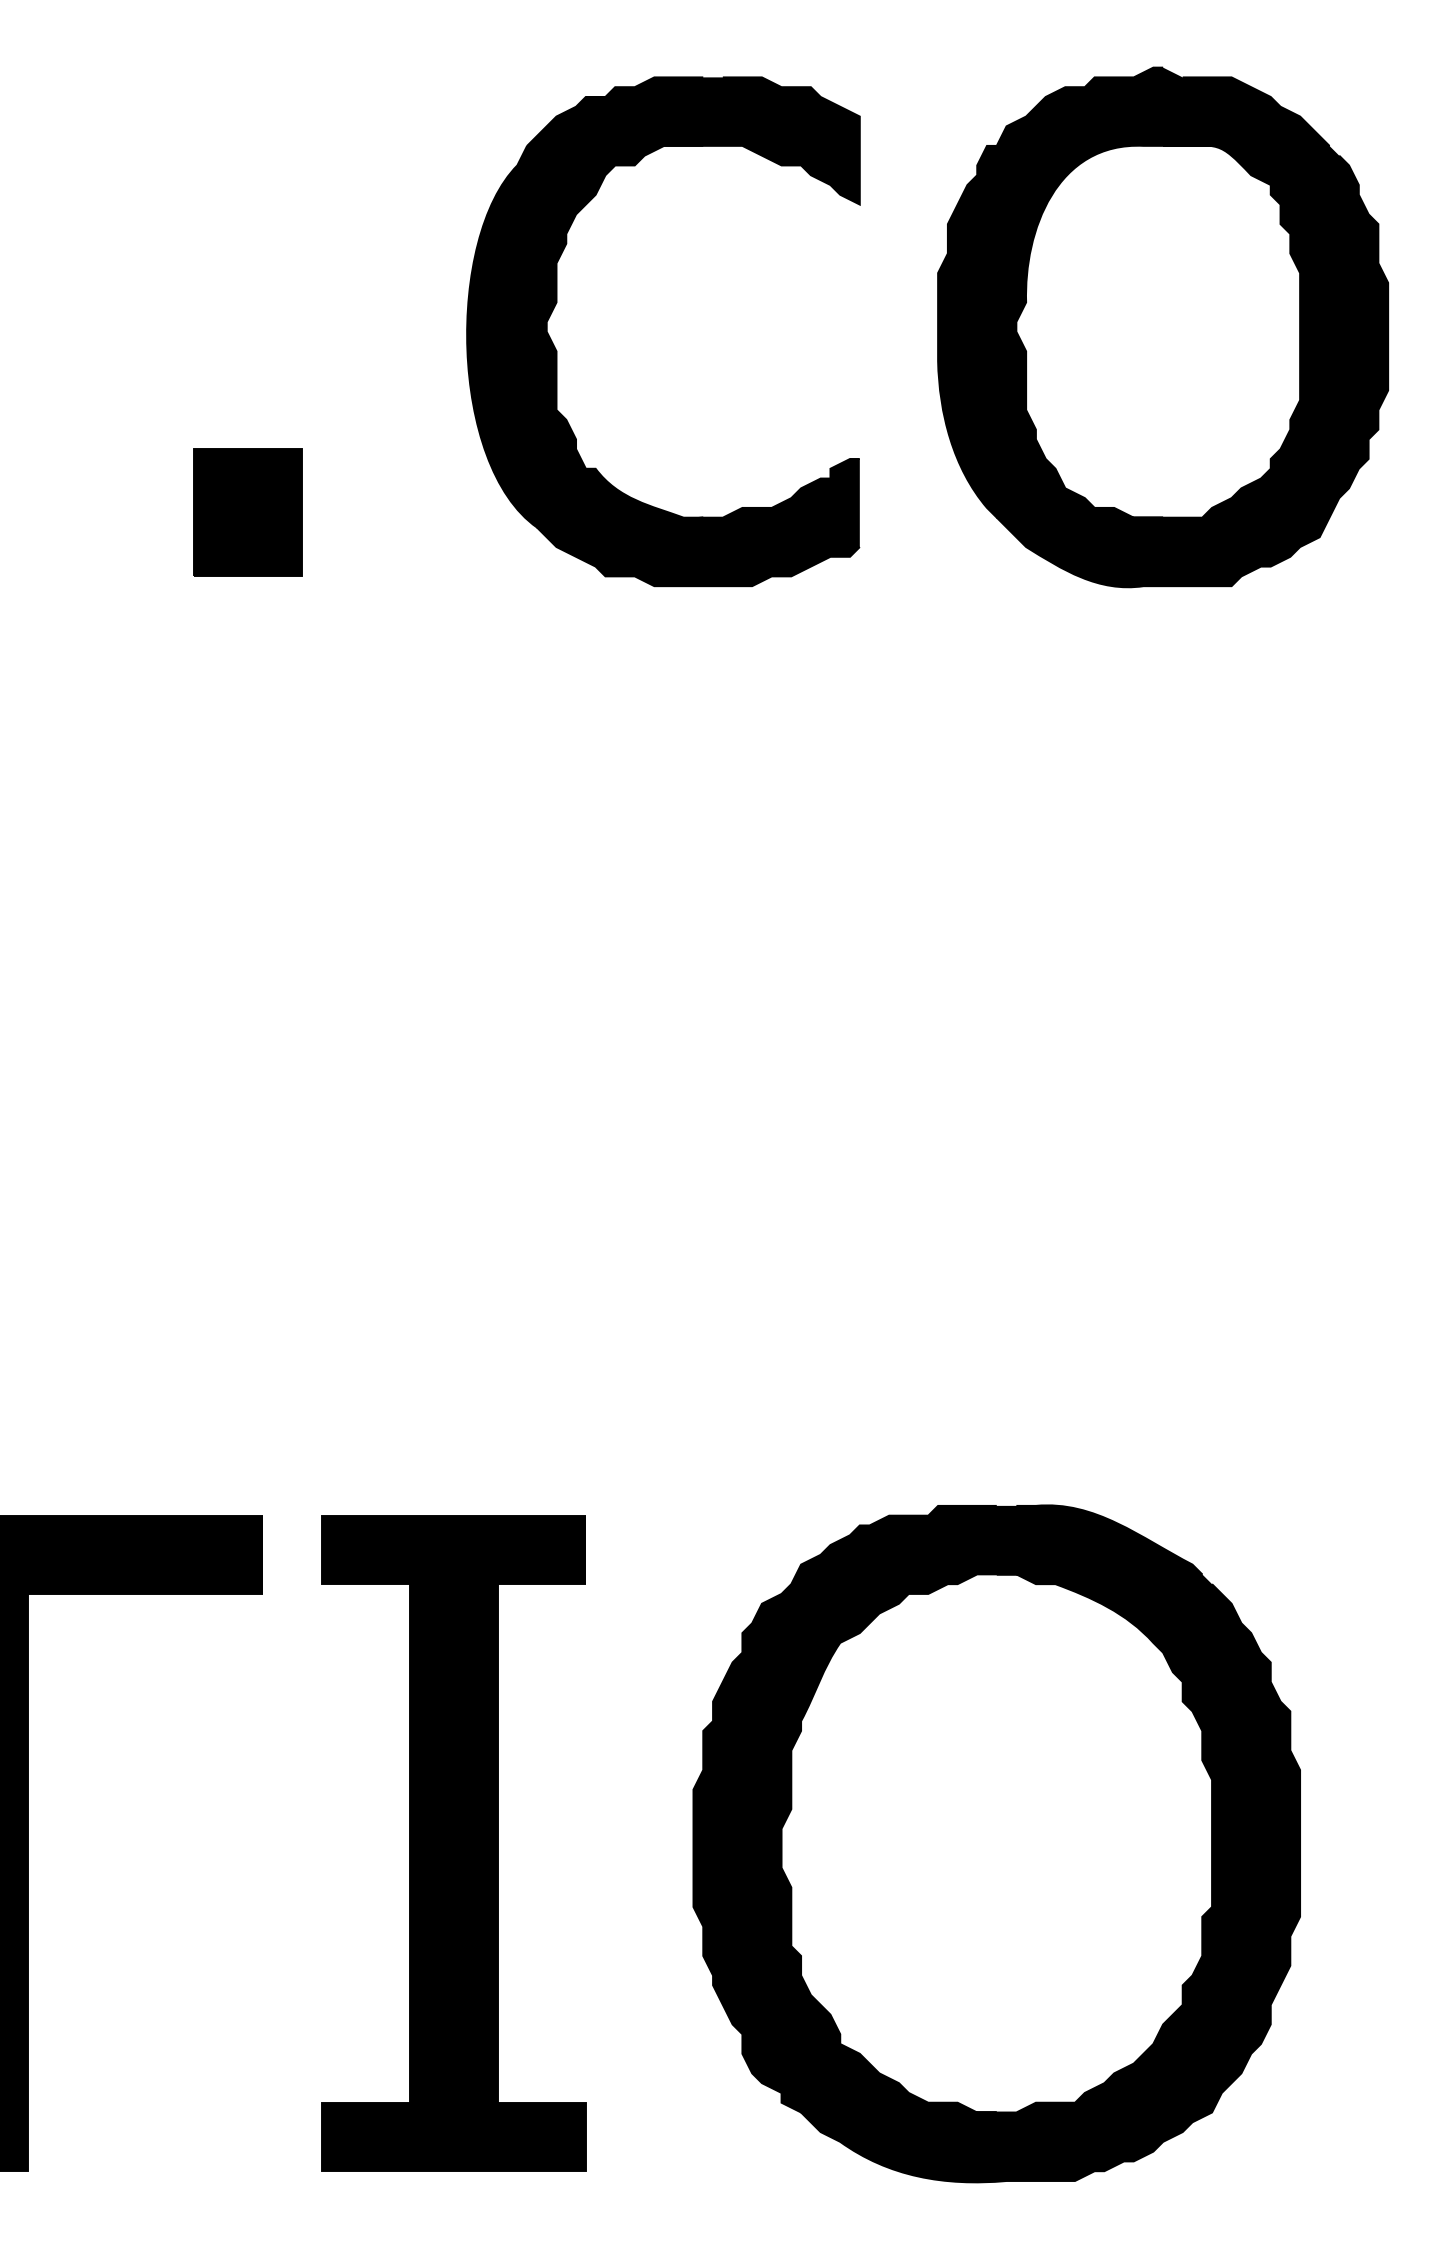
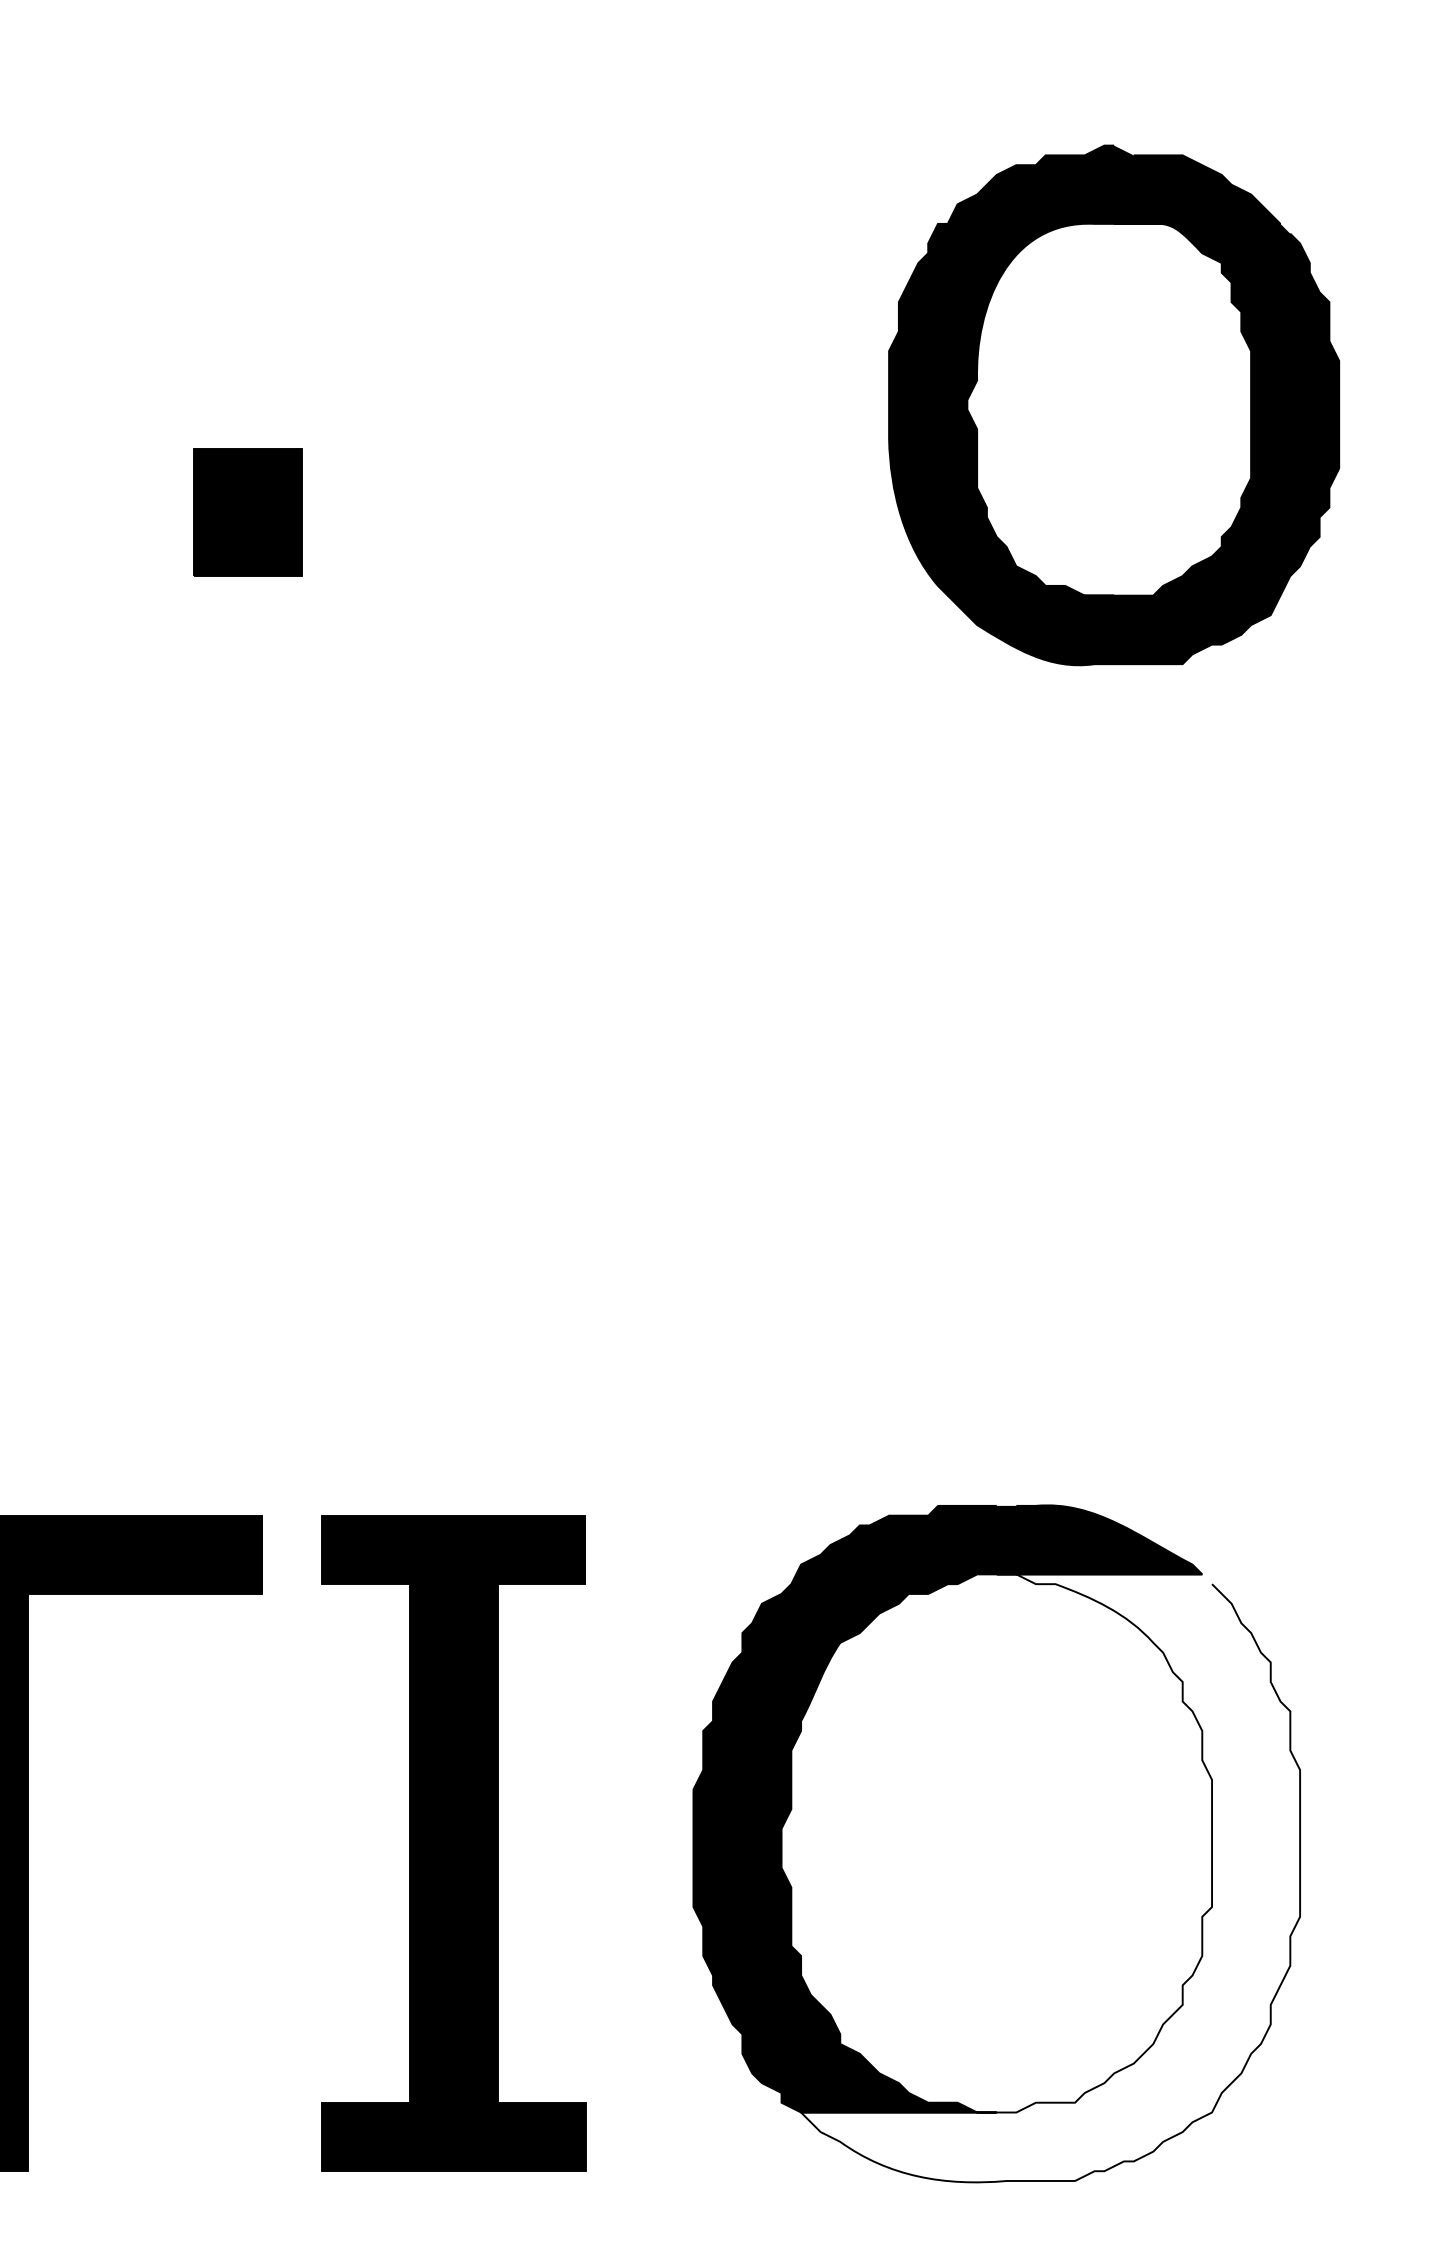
part at (1163, 327) position: (1163, 327) -> (1114, 405)
part at (557, 350): present -> none
fill at (1050, 1878): present -> none
